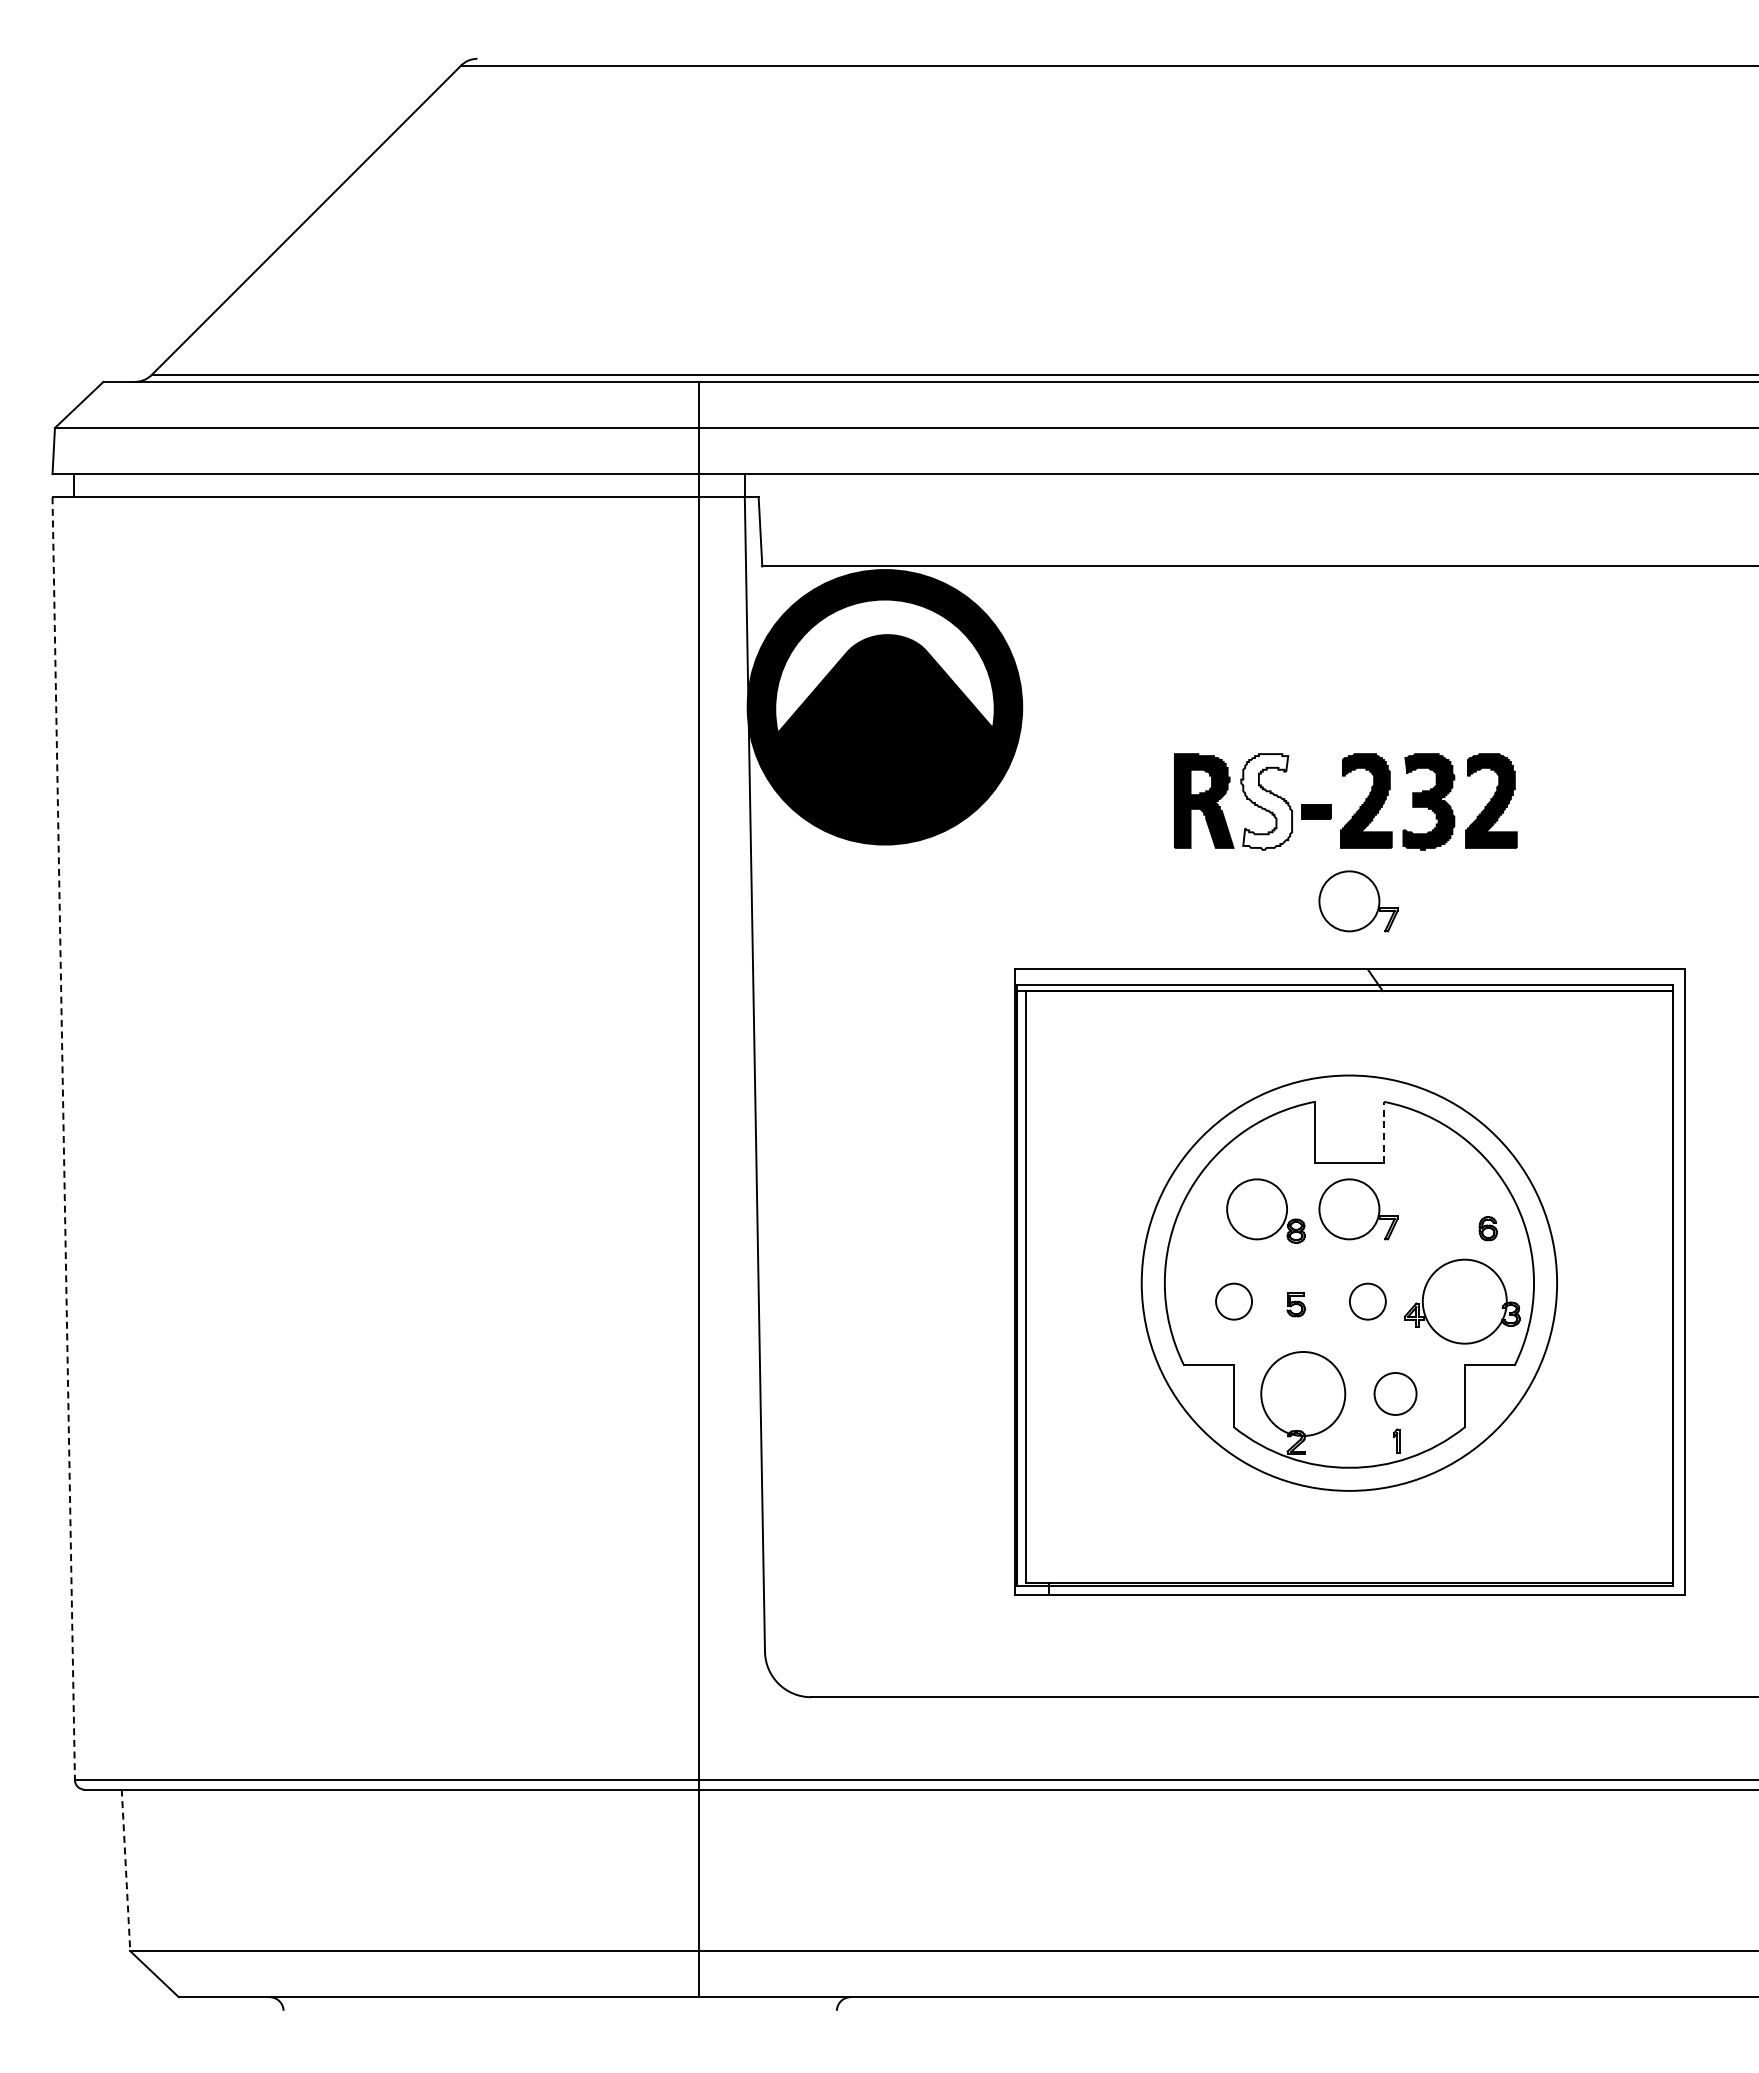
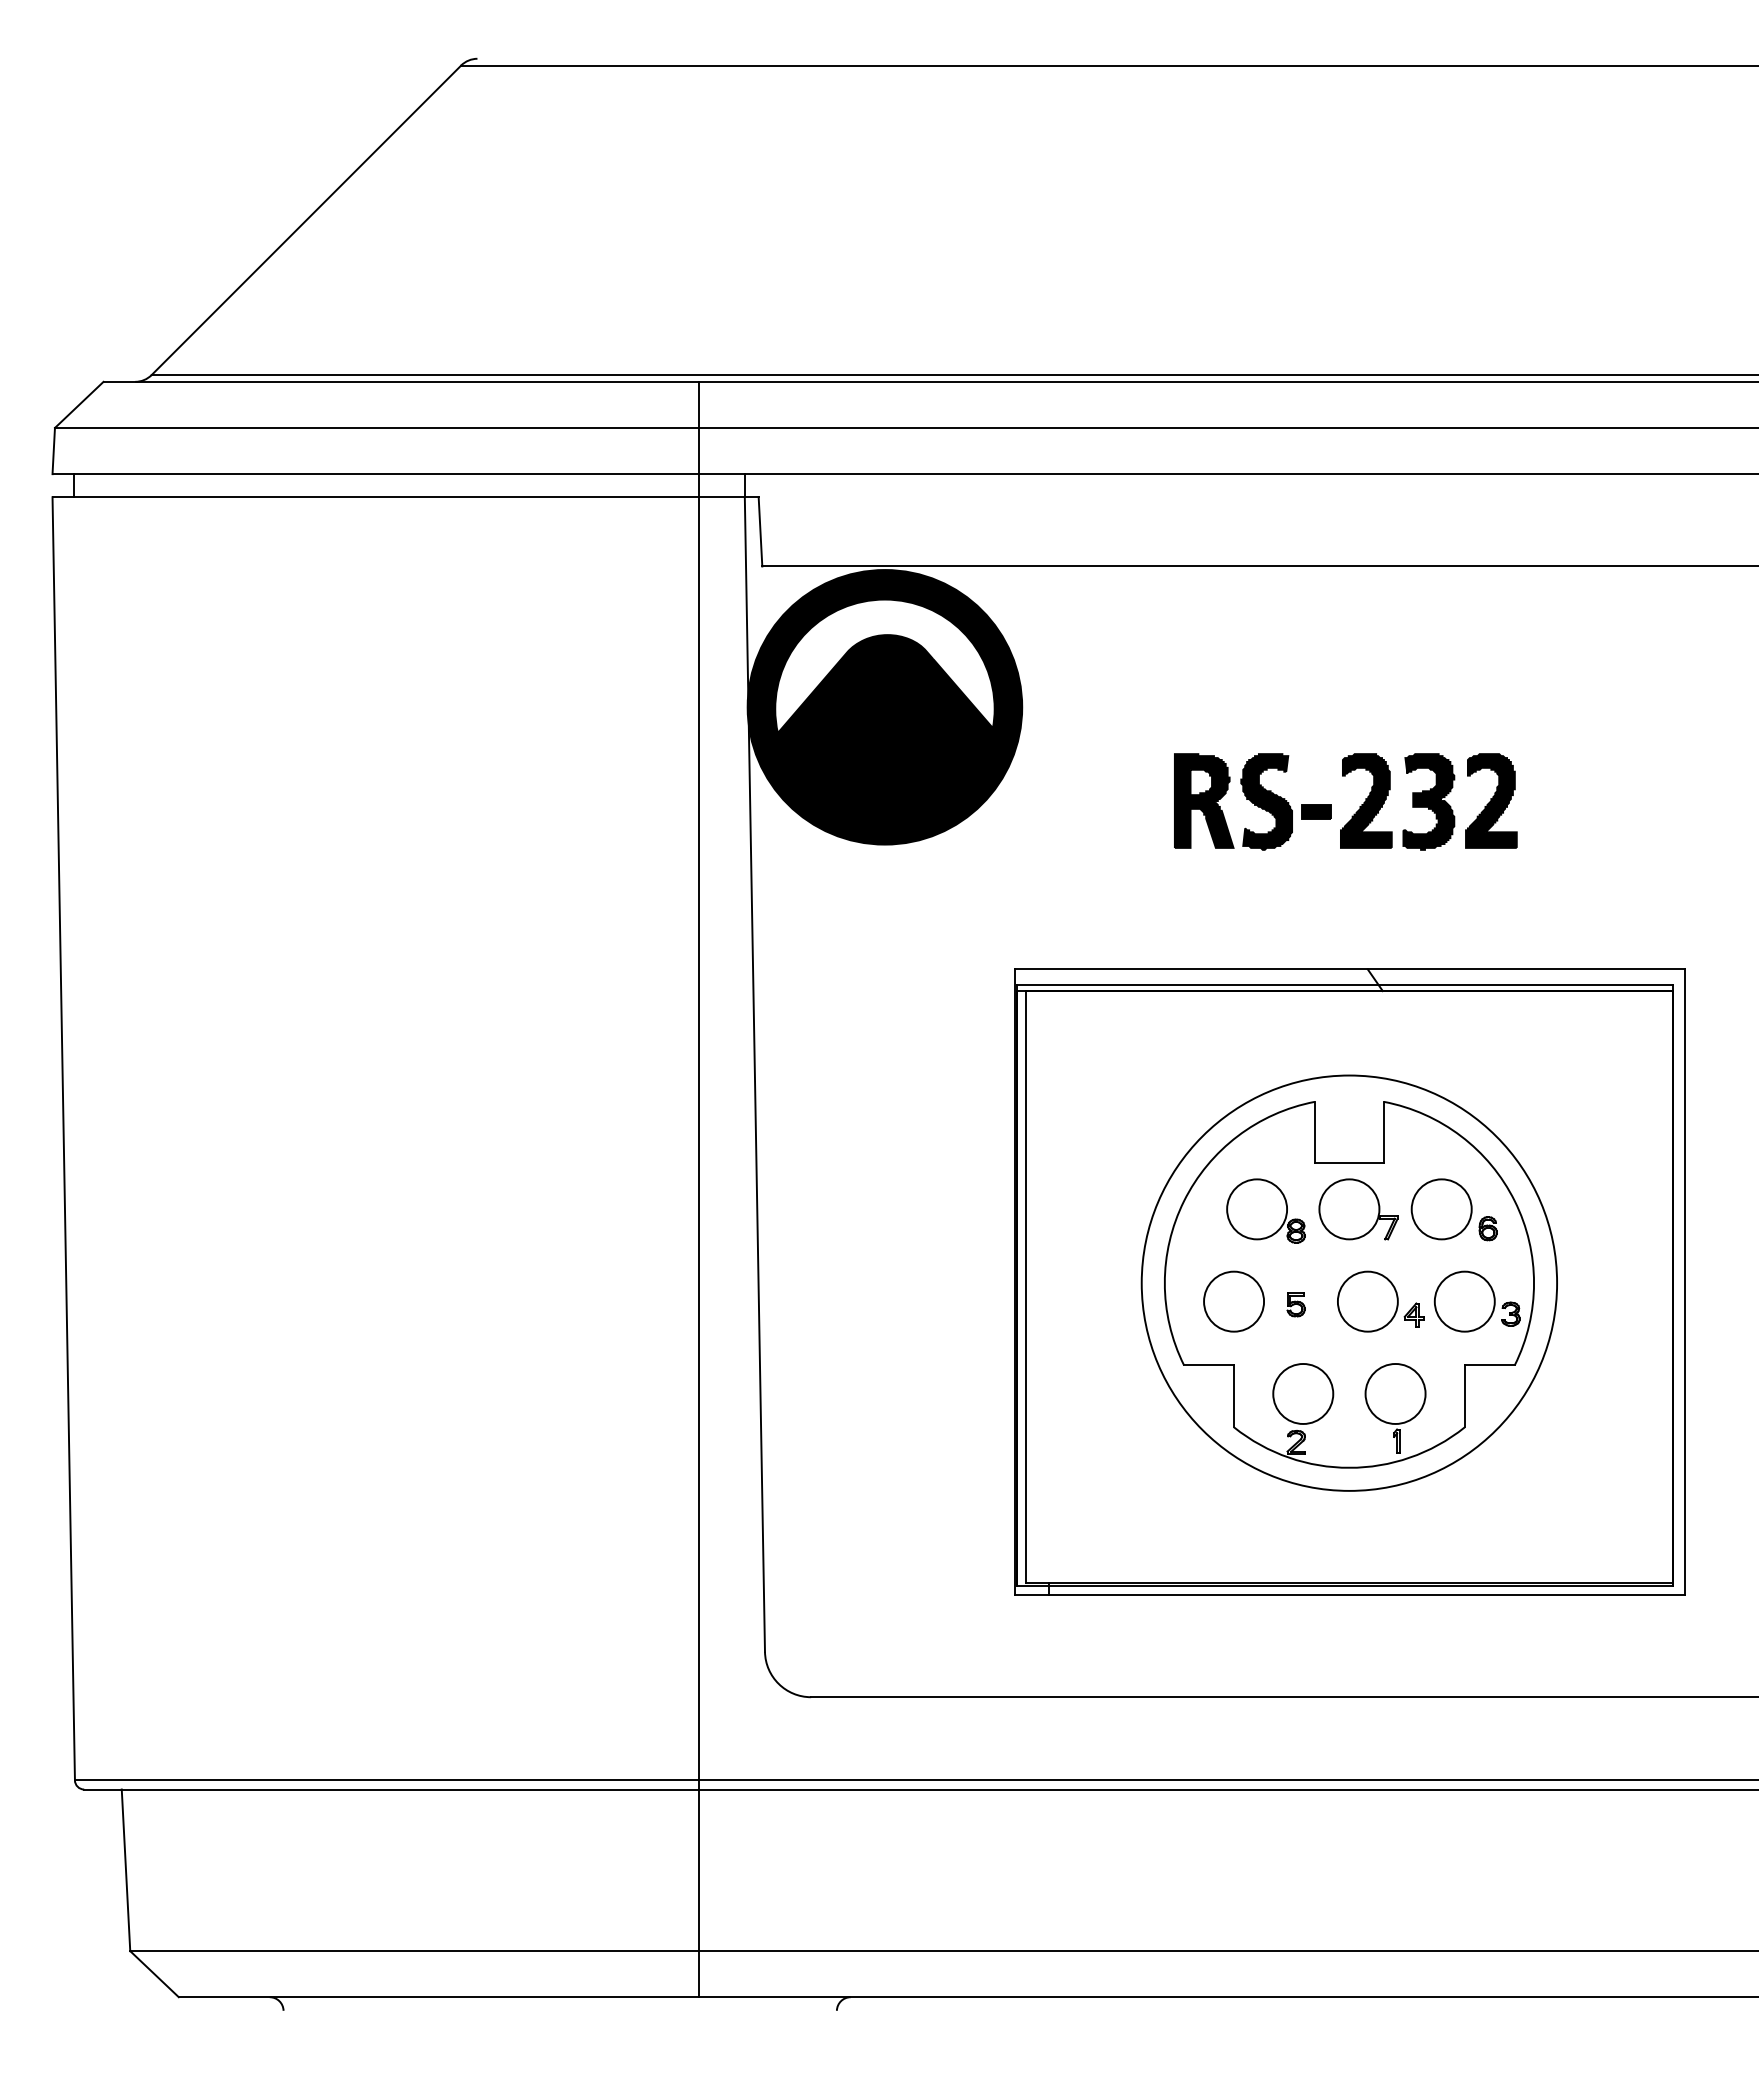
fill at (1266, 801): none -> present
part at (1358, 901): present -> none
line at (1384, 1132): dashed -> solid
line at (63, 1138): dashed -> solid
circle at (1441, 1209): none -> present
circle at (1234, 1301) diameter: 36 px -> 60 px
circle at (1367, 1301) diameter: 36 px -> 60 px
circle at (1464, 1301) diameter: 84 px -> 60 px
circle at (1303, 1393) diameter: 84 px -> 60 px
circle at (1395, 1393) diameter: 42 px -> 60 px
line at (126, 1870): dashed -> solid
